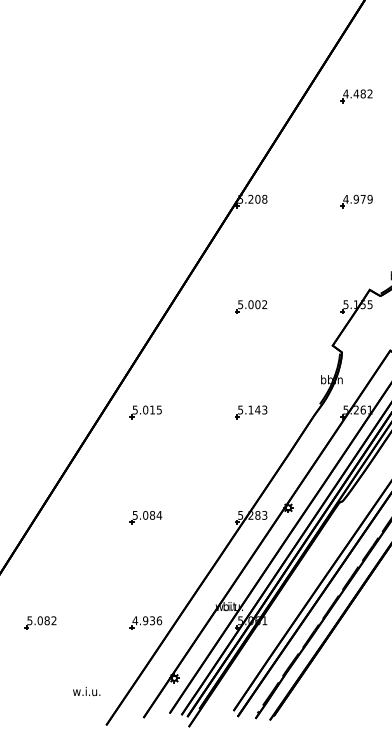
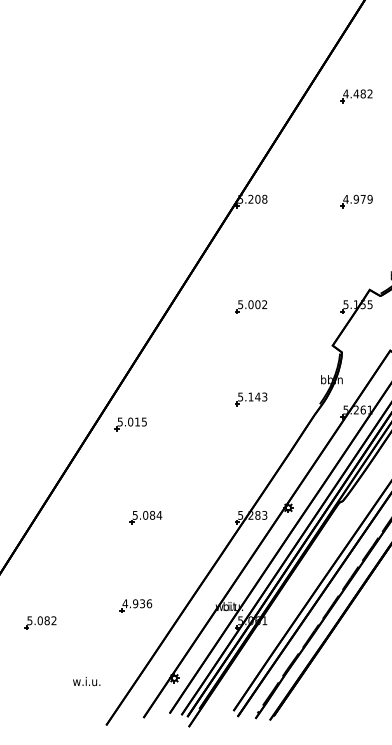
part at (145, 412) position: (145, 412) -> (130, 424)
part at (251, 412) position: (251, 412) -> (251, 399)
part at (145, 622) position: (145, 622) -> (135, 605)
text at (86, 691) position: (86, 691) -> (86, 681)
